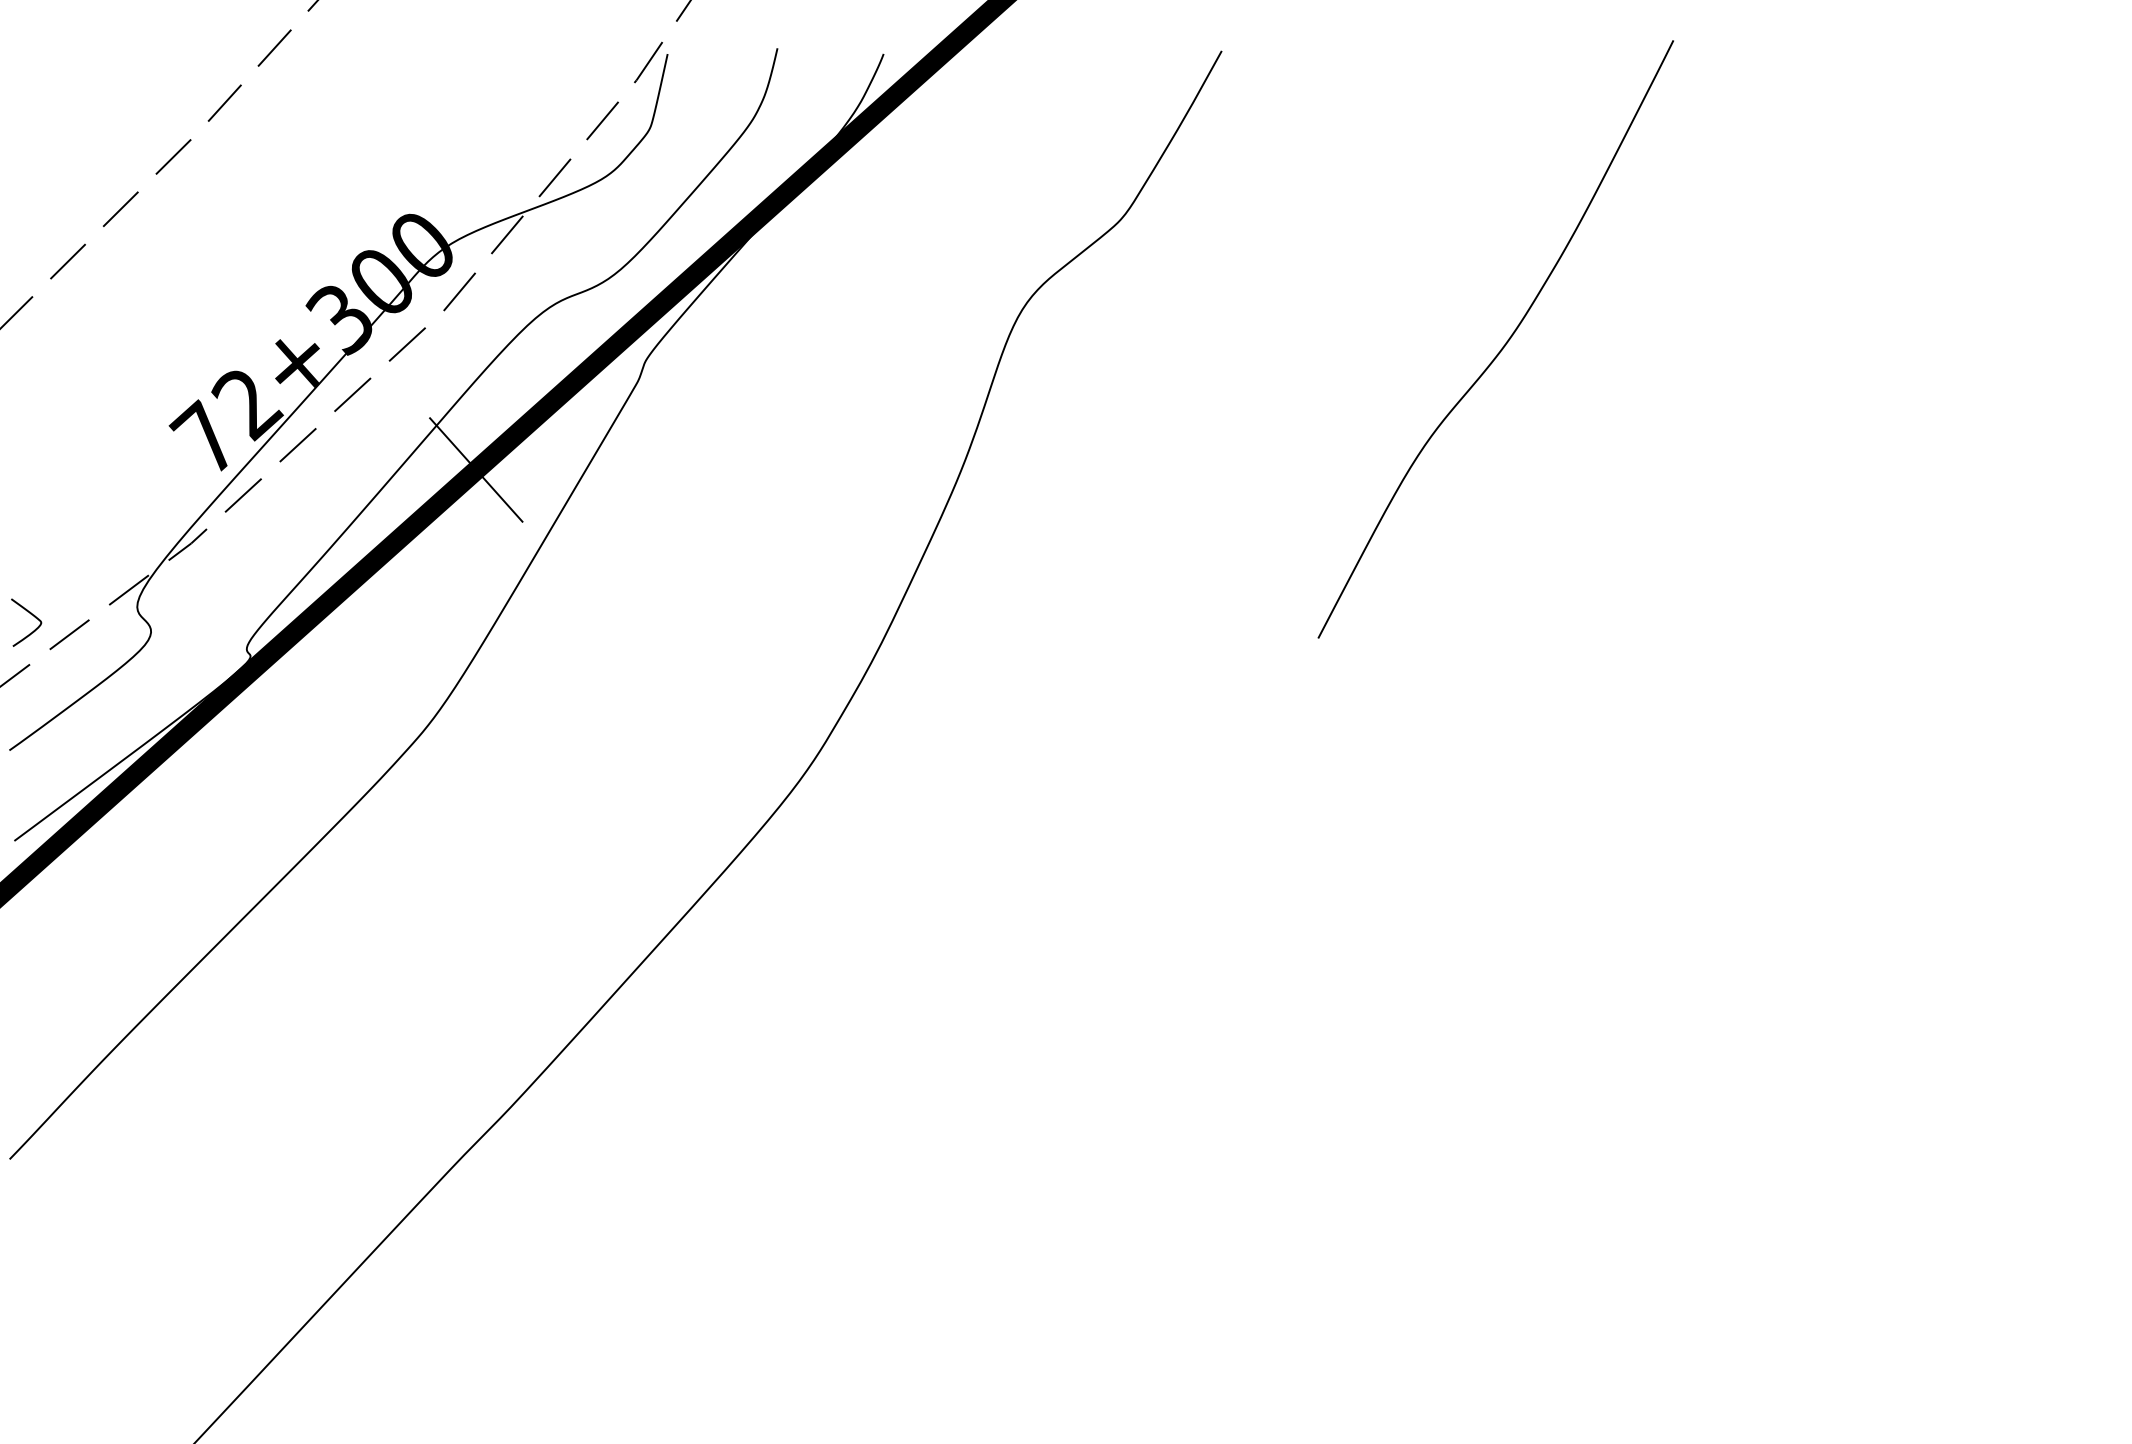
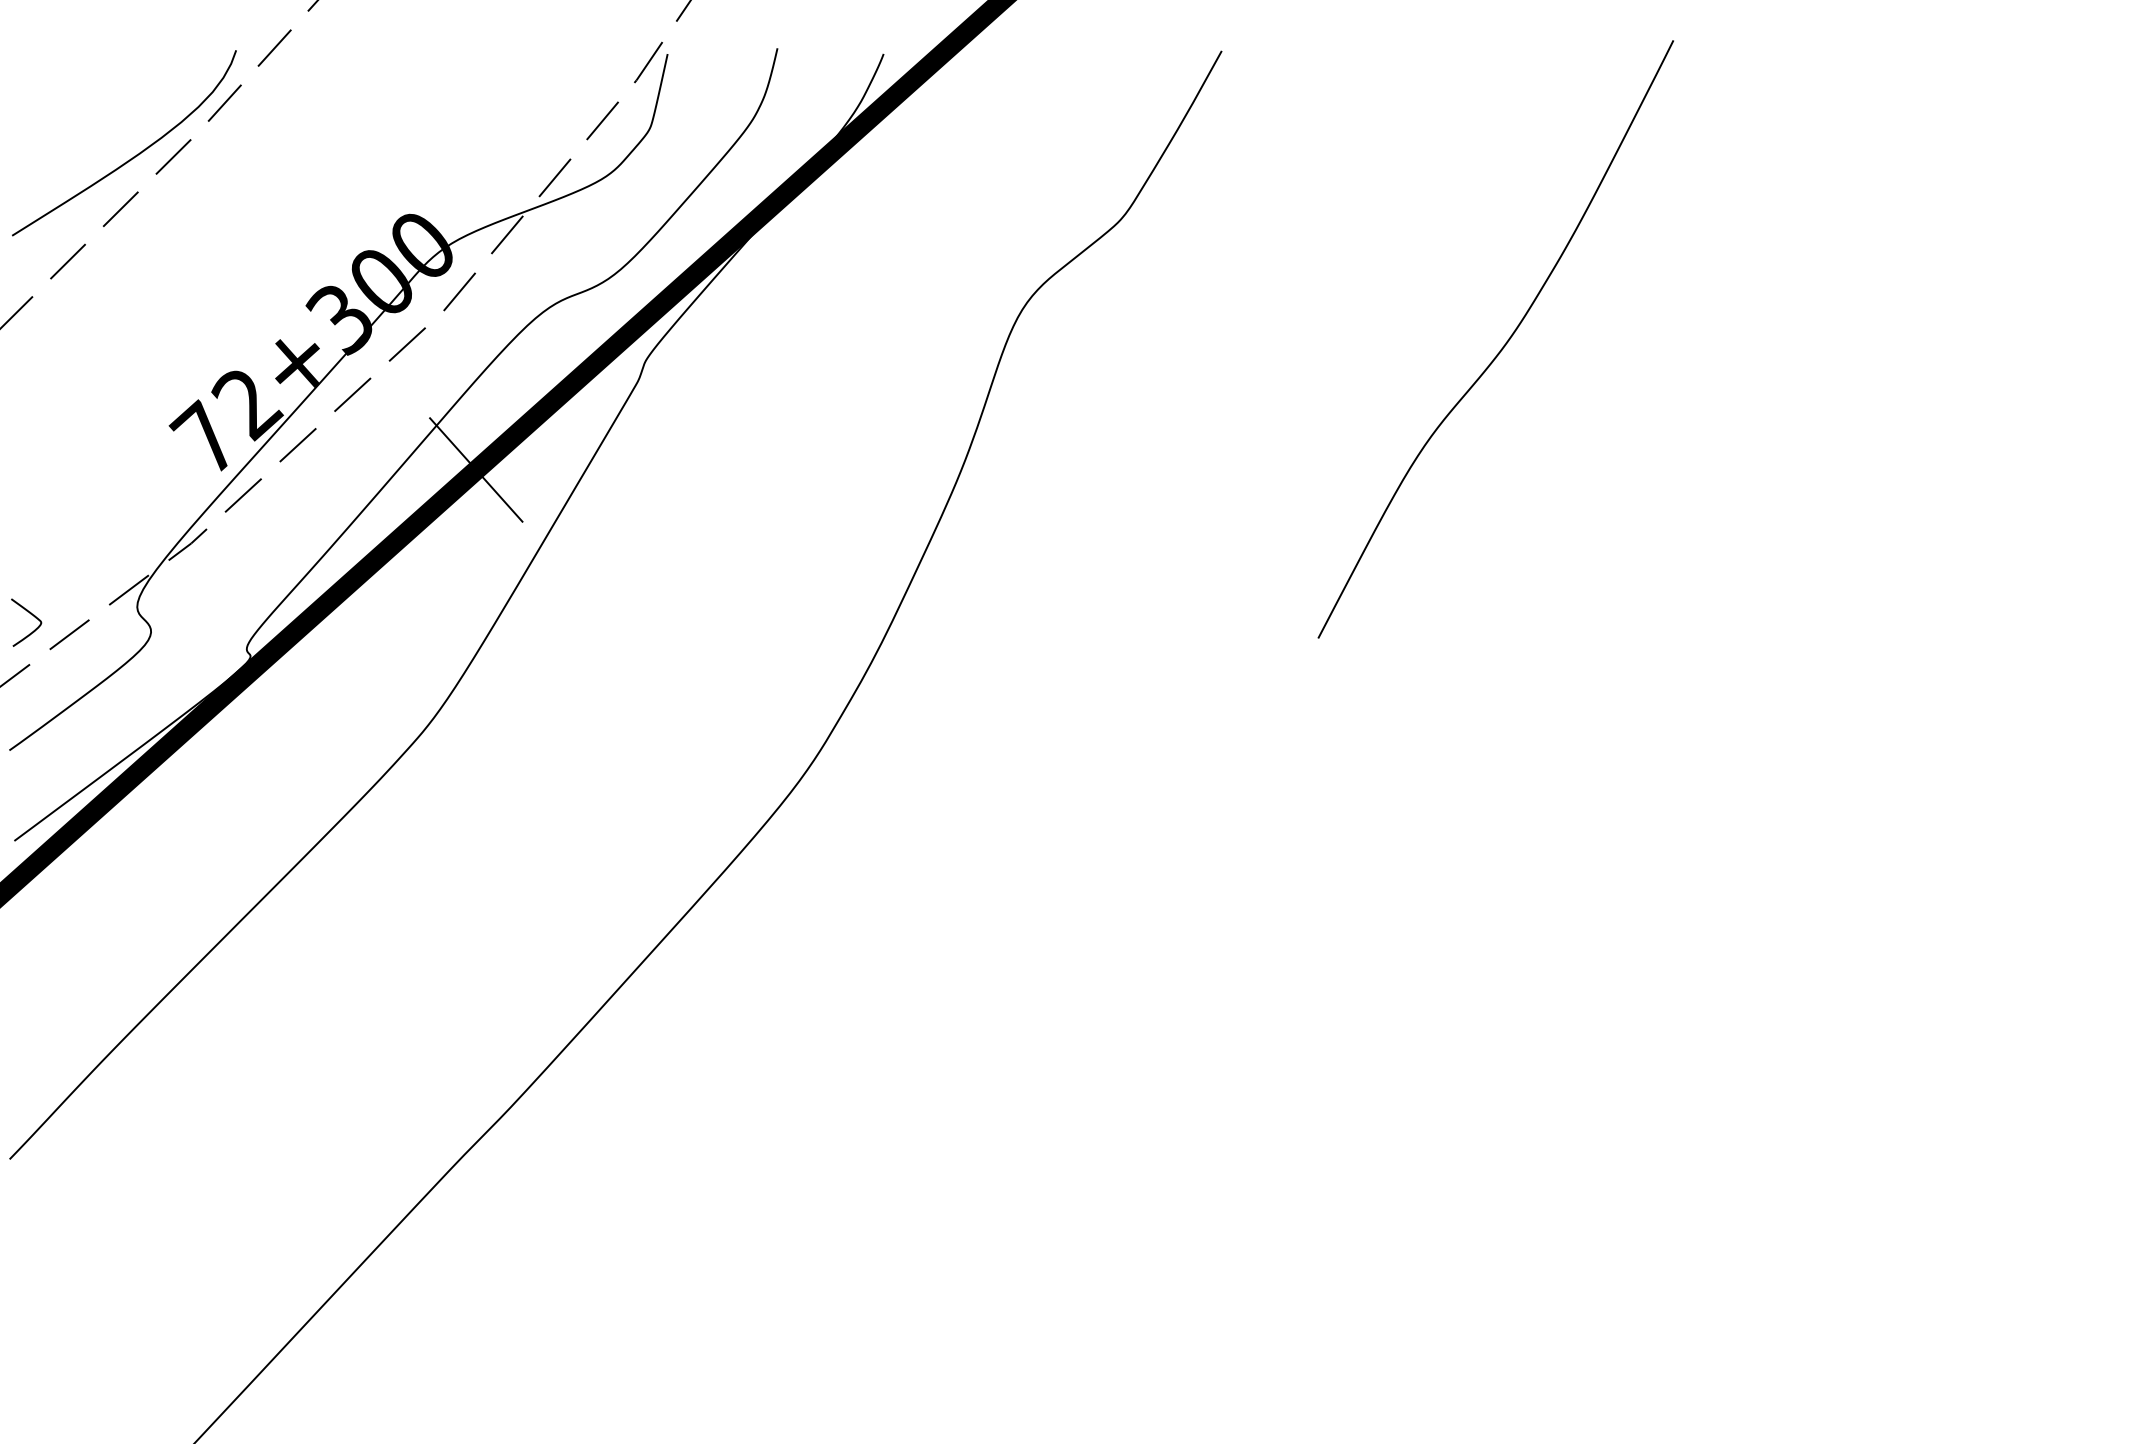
curve at (133, 156): none -> present
